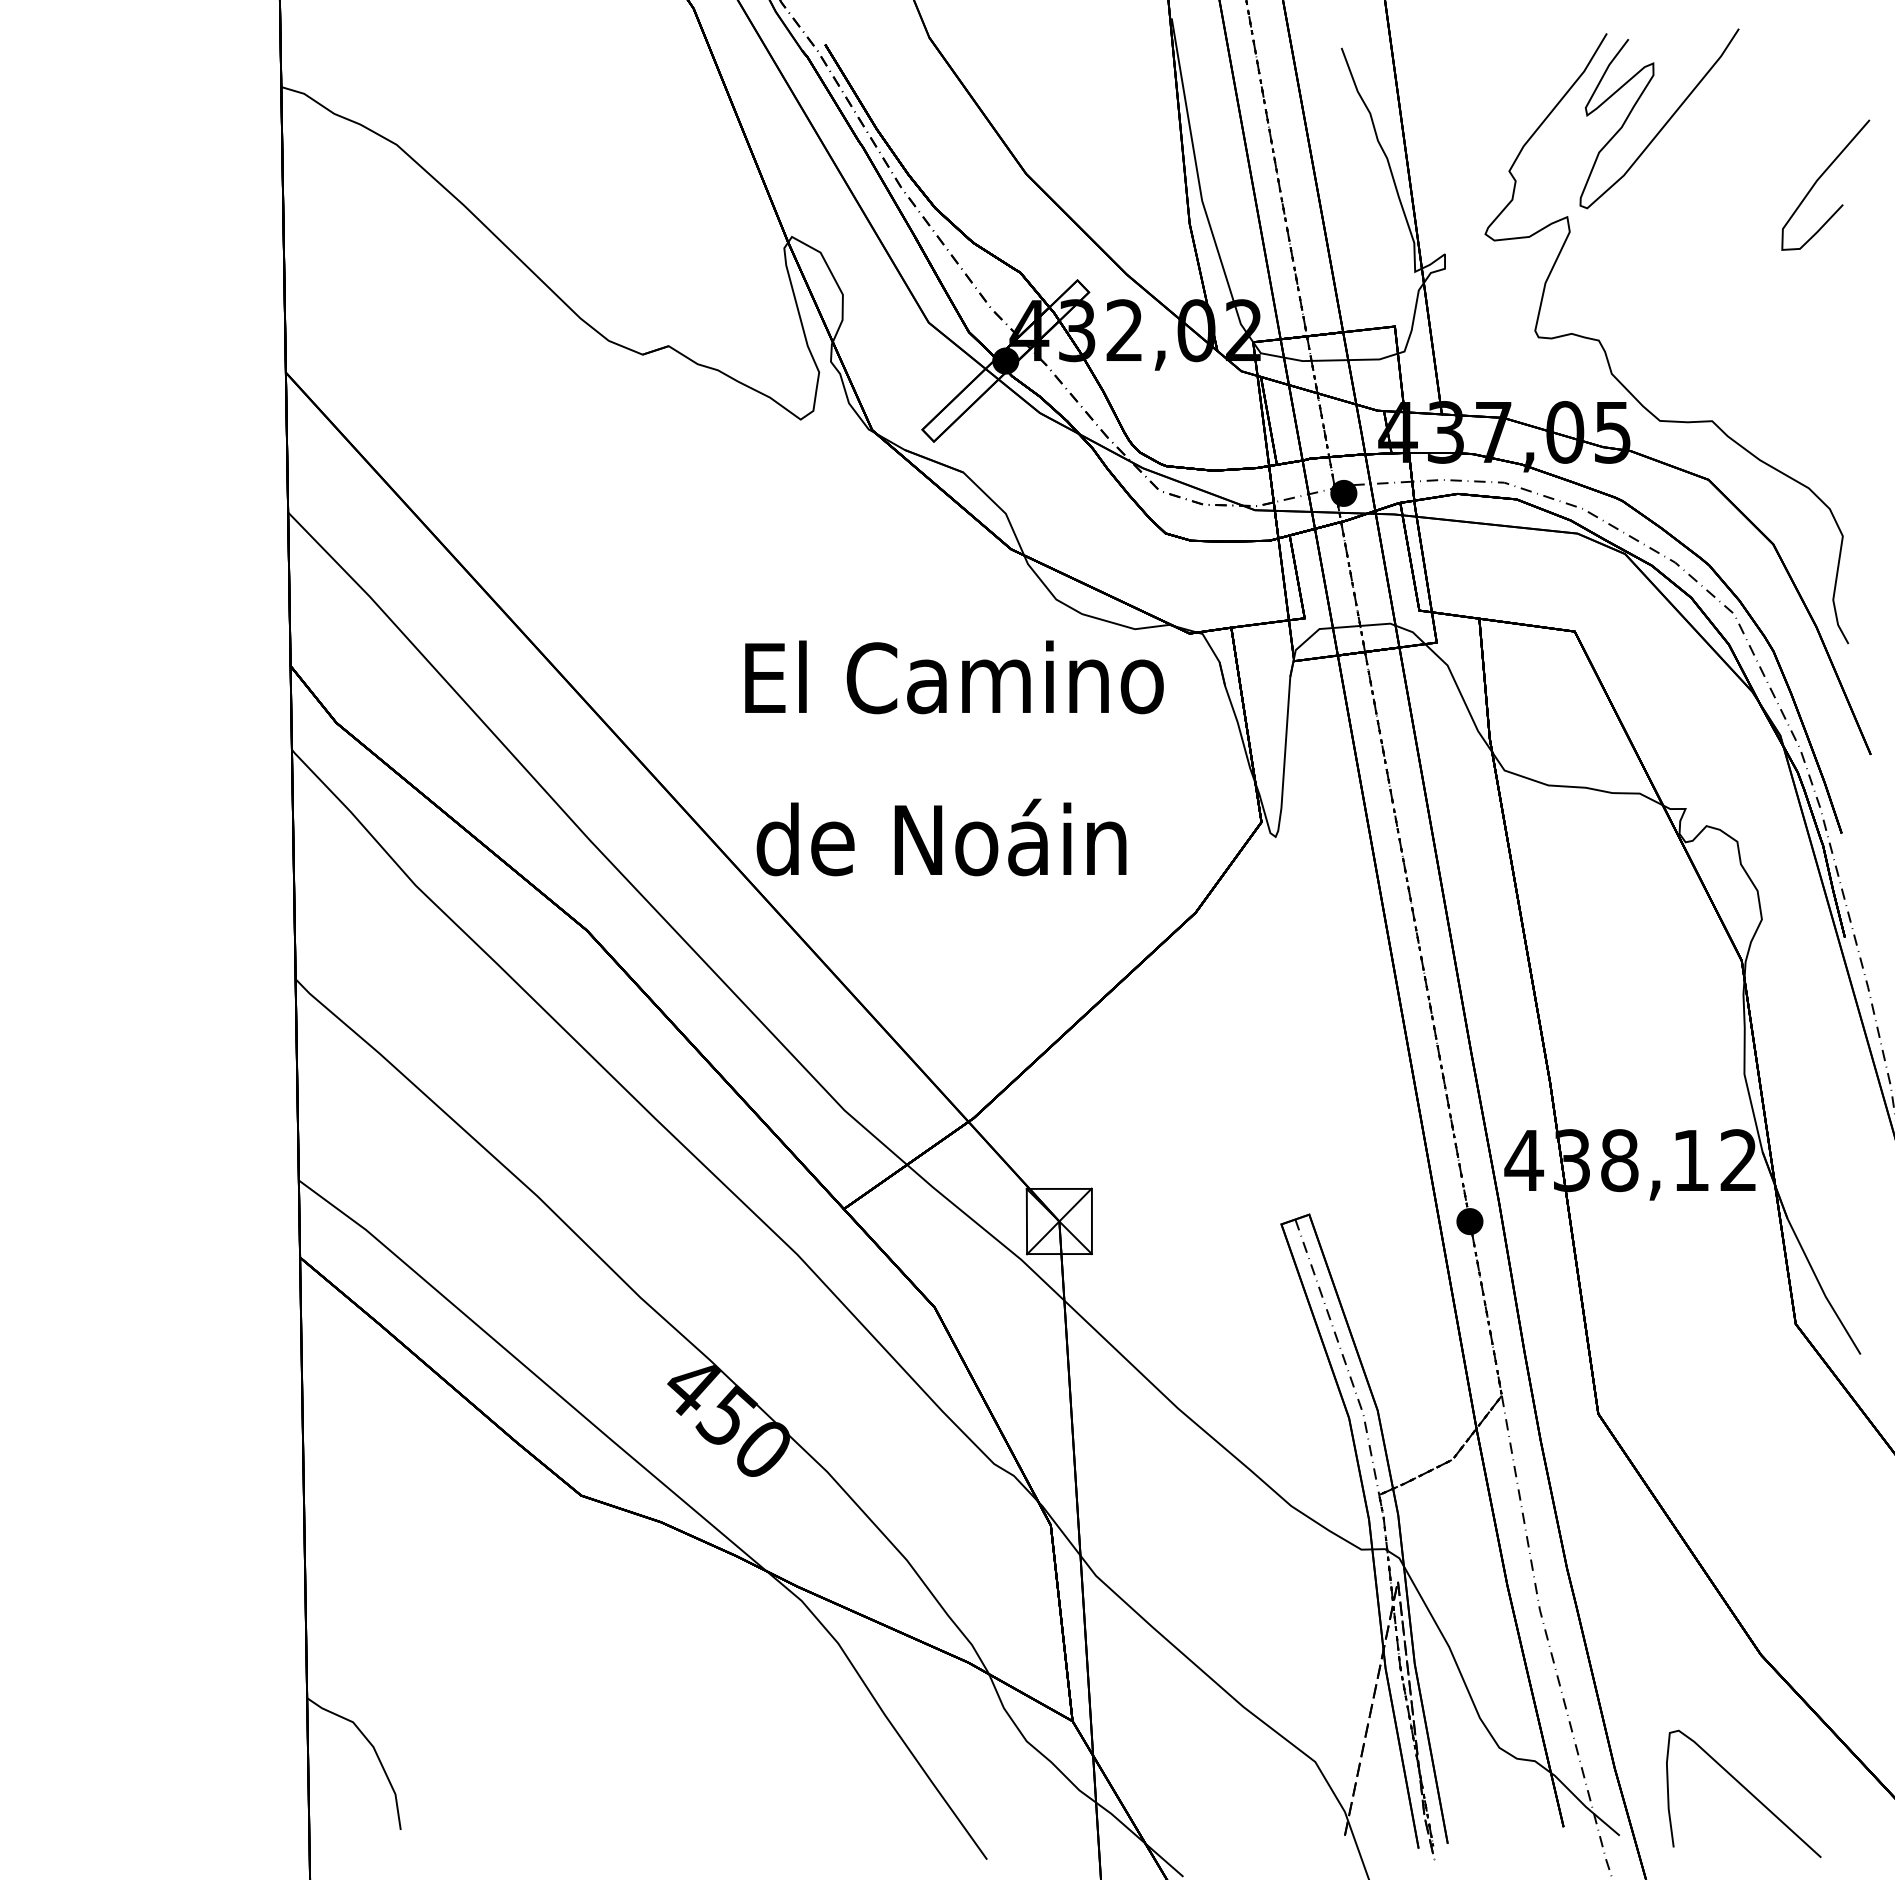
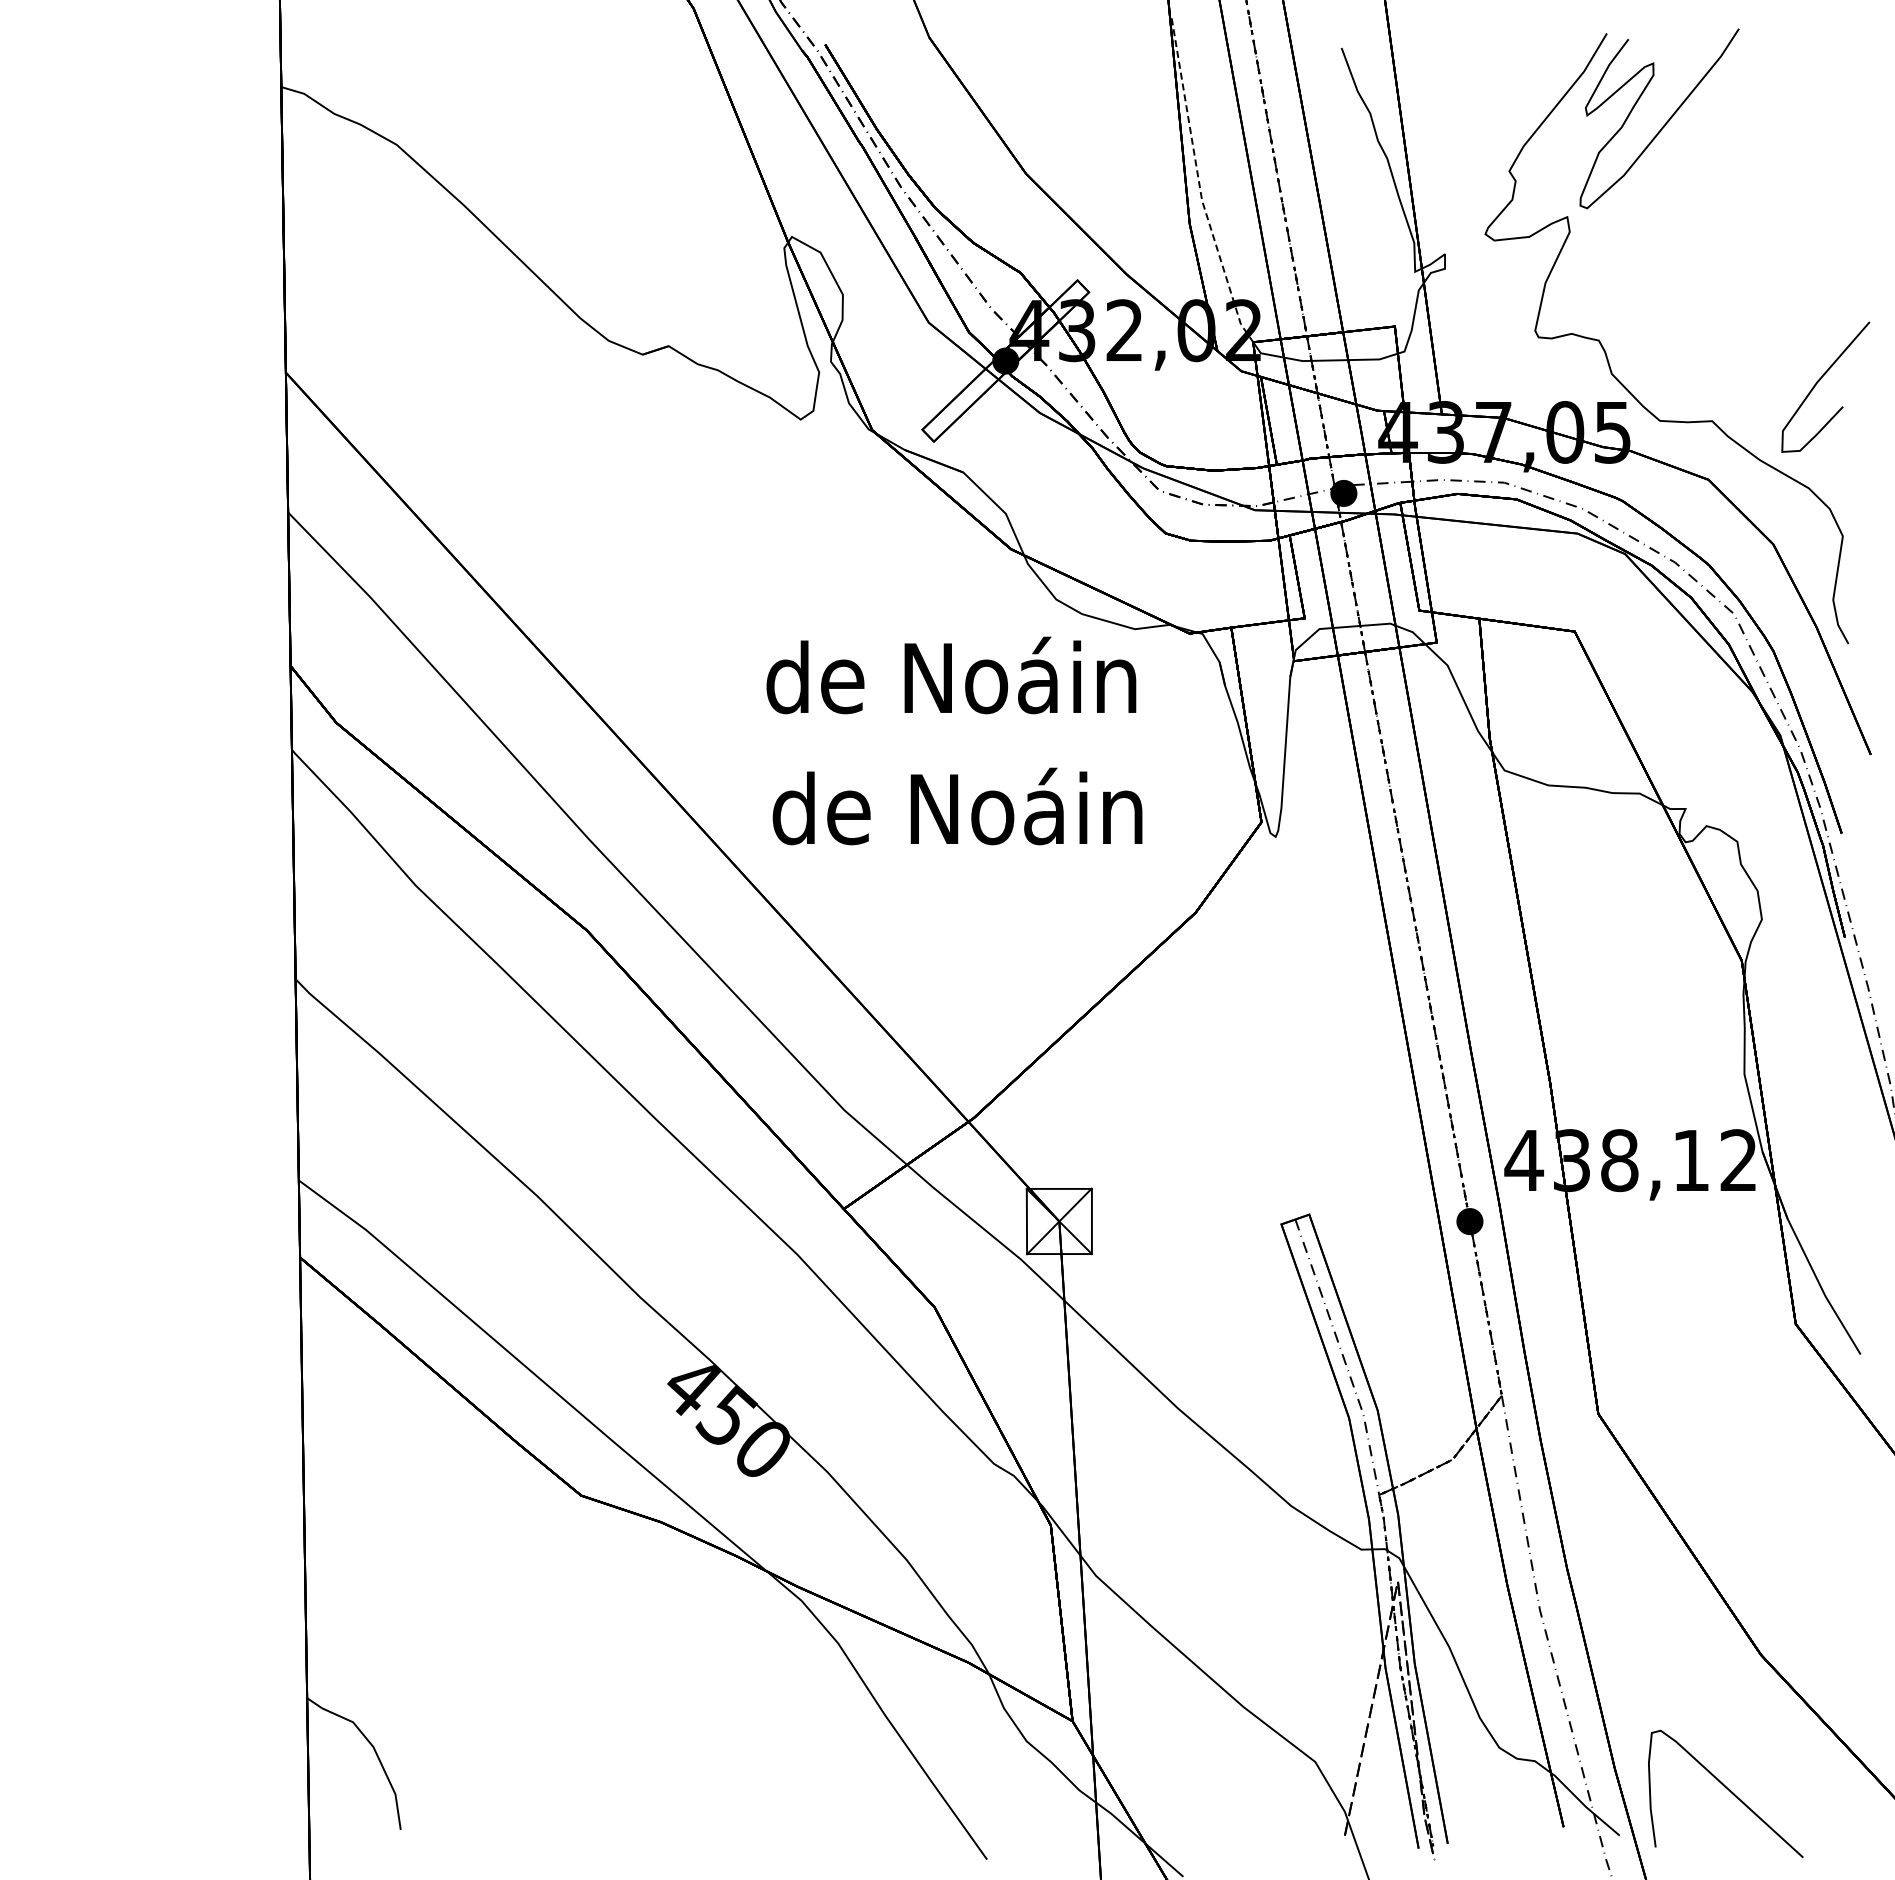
curve at (1820, 178) position: (1820, 178) -> (1820, 380)
line at (1199, 186): solid -> dashed
text at (954, 675): El Camino -> de Noáin
text at (941, 837) position: (941, 837) -> (957, 806)
curve at (1746, 1790) position: (1746, 1790) -> (1728, 1790)
